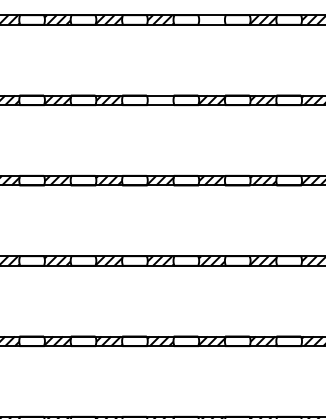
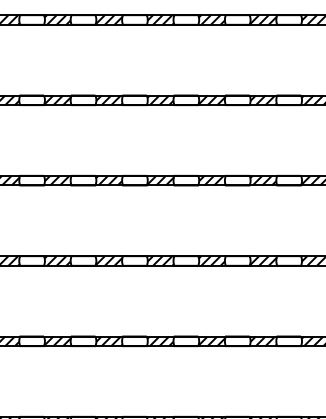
hatch at (211, 19): none -> present
hatch at (160, 100): none -> present
